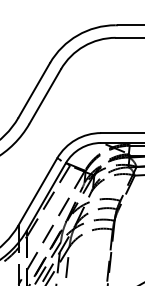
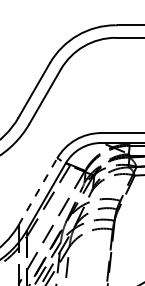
line at (37, 191): solid -> dashed
